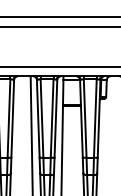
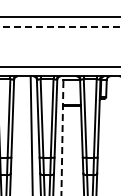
line at (60, 26): solid -> dashed
line at (62, 135): solid -> dashed
